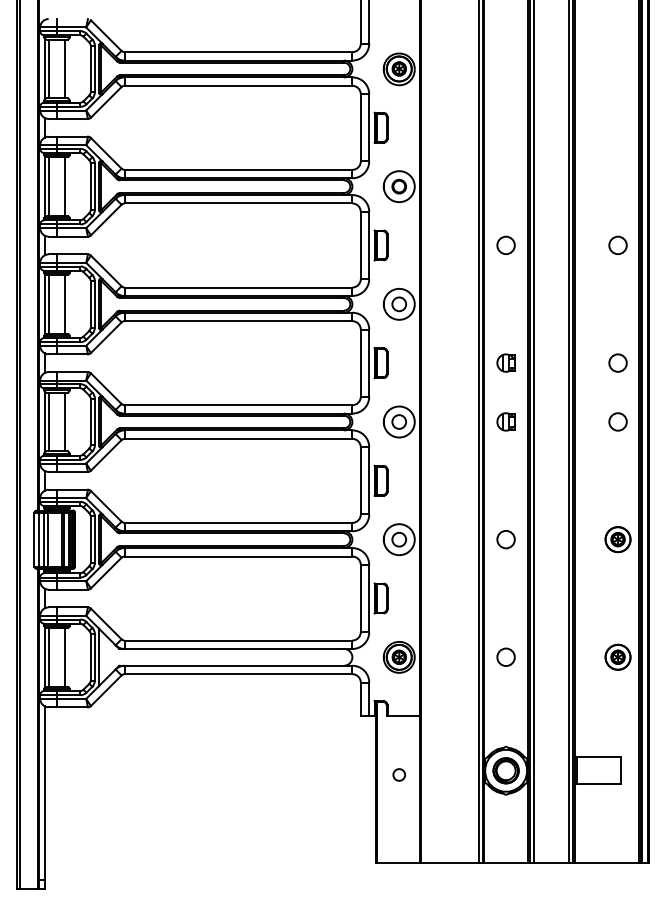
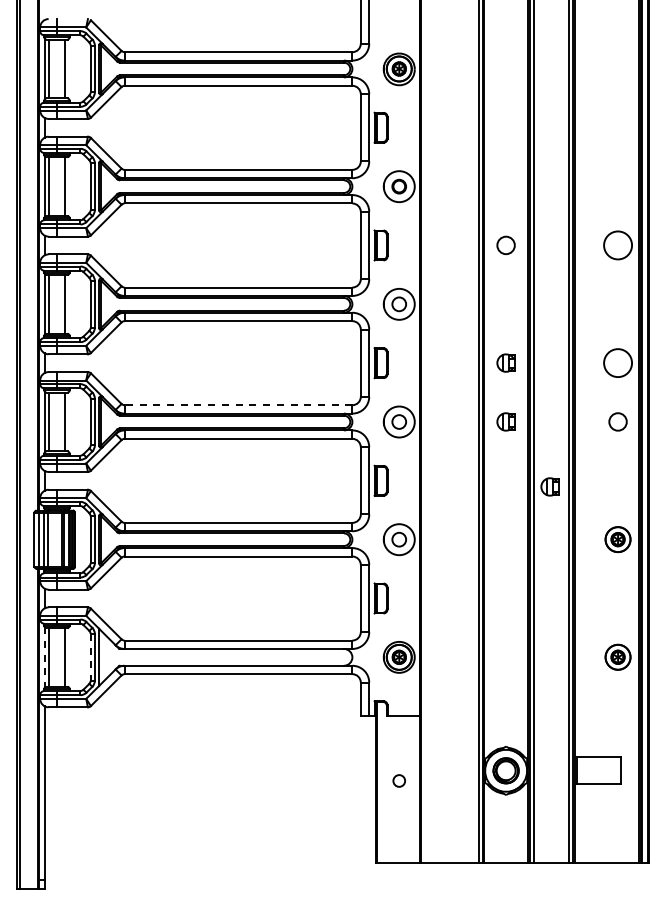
circle at (617, 245) diameter: 17 px -> 28 px
circle at (617, 362) diameter: 17 px -> 28 px
line at (238, 405): solid -> dashed
part at (549, 486): none -> present
circle at (505, 539): present -> none
circle at (505, 656): present -> none
line at (44, 657): solid -> dashed
line at (90, 657): solid -> dashed
circle at (398, 774) position: (398, 774) -> (398, 780)
